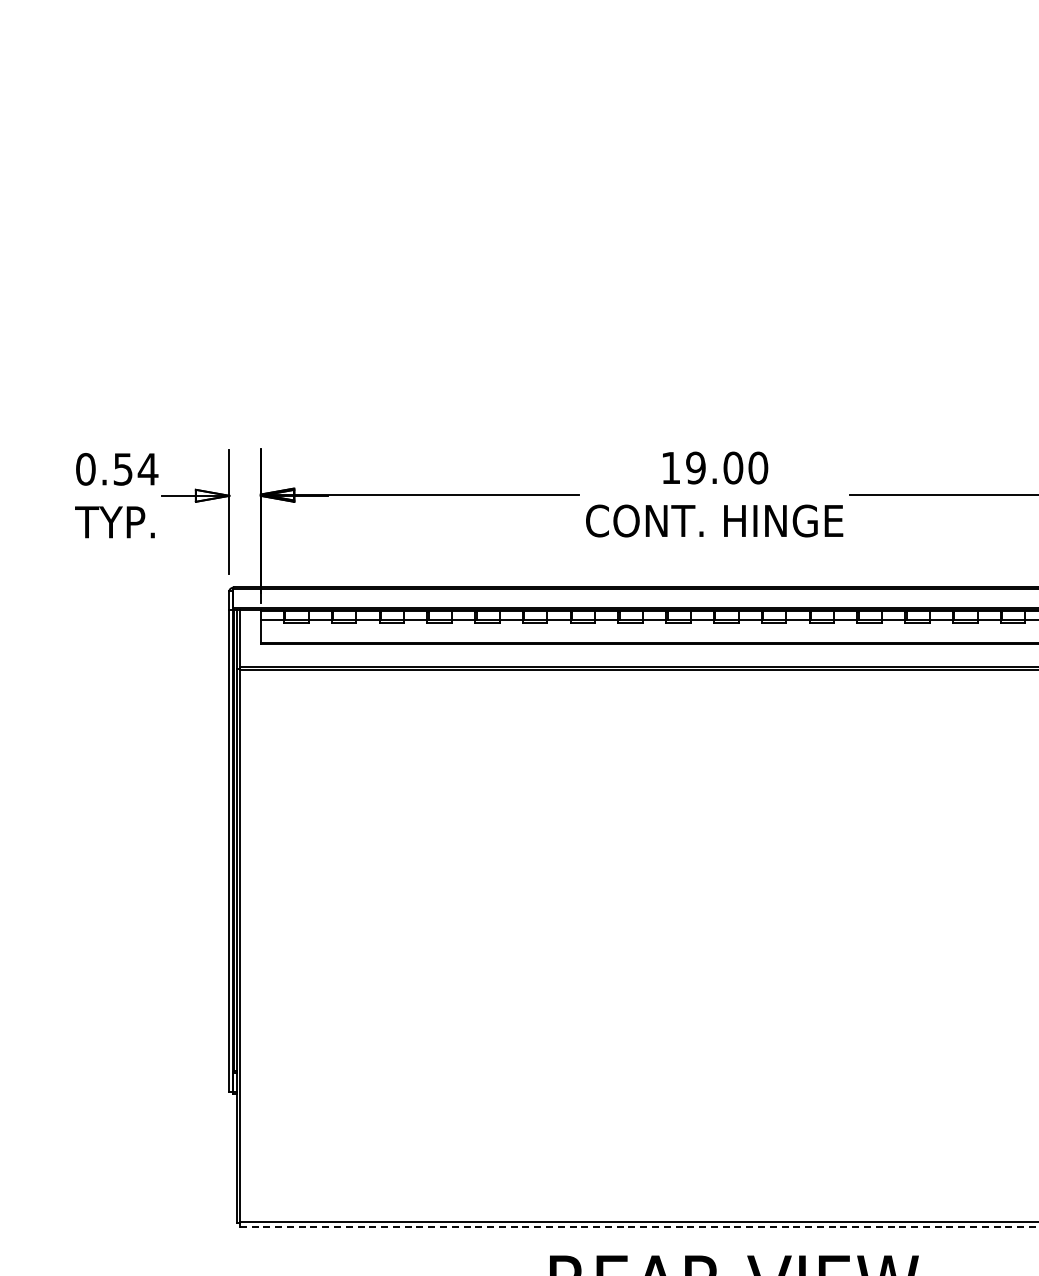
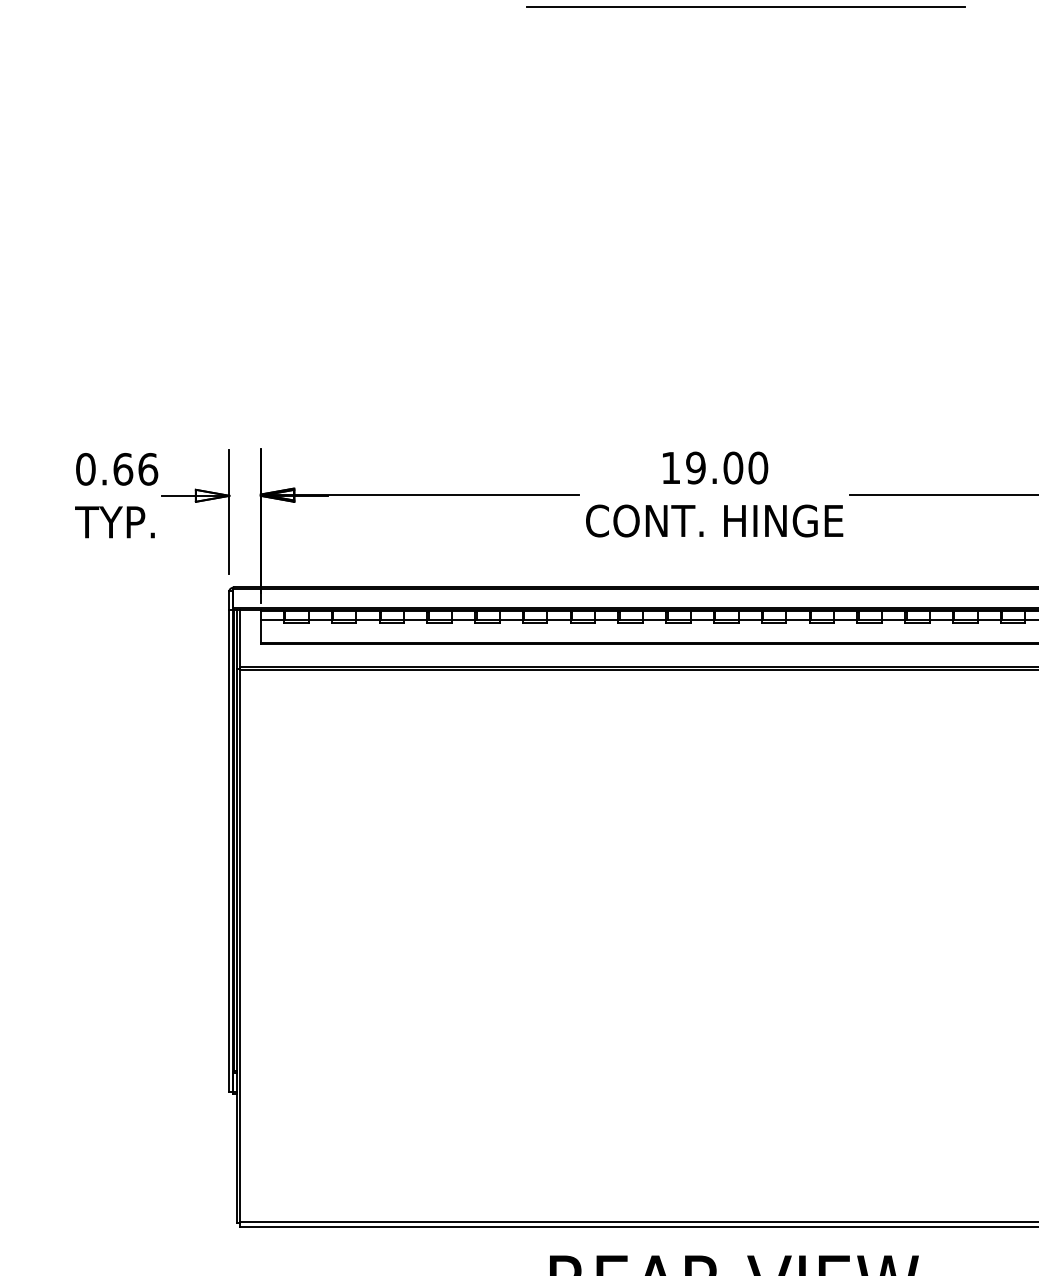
line at (745, 6): none -> present
text at (135, 468): 0.54 -> 0.66
line at (639, 1227): dashed -> solid
